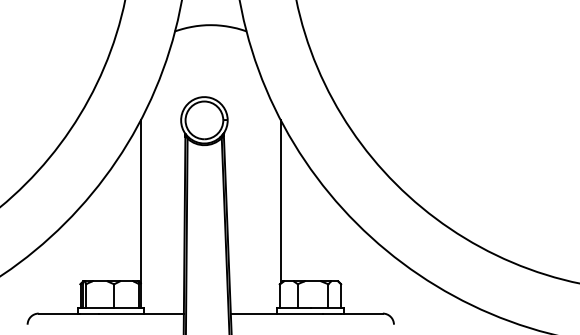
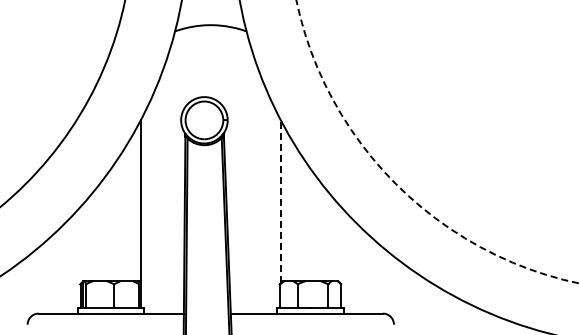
arc at (395, 184): solid -> dashed
line at (280, 201): solid -> dashed
